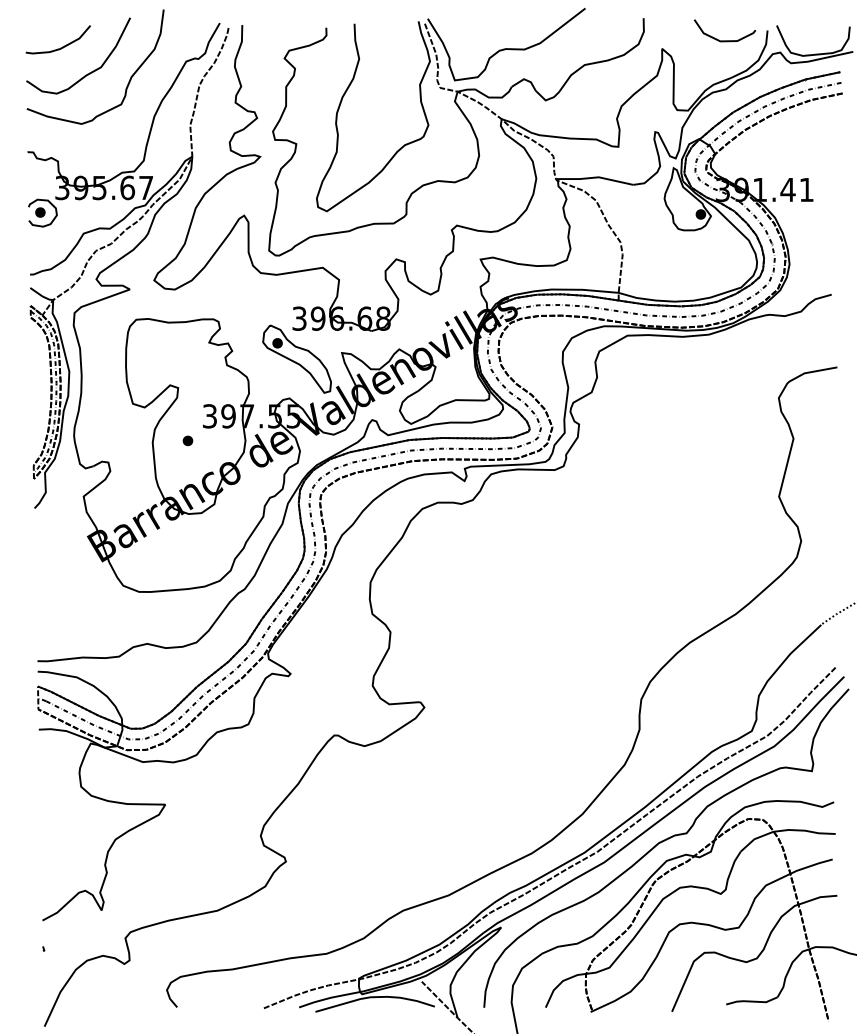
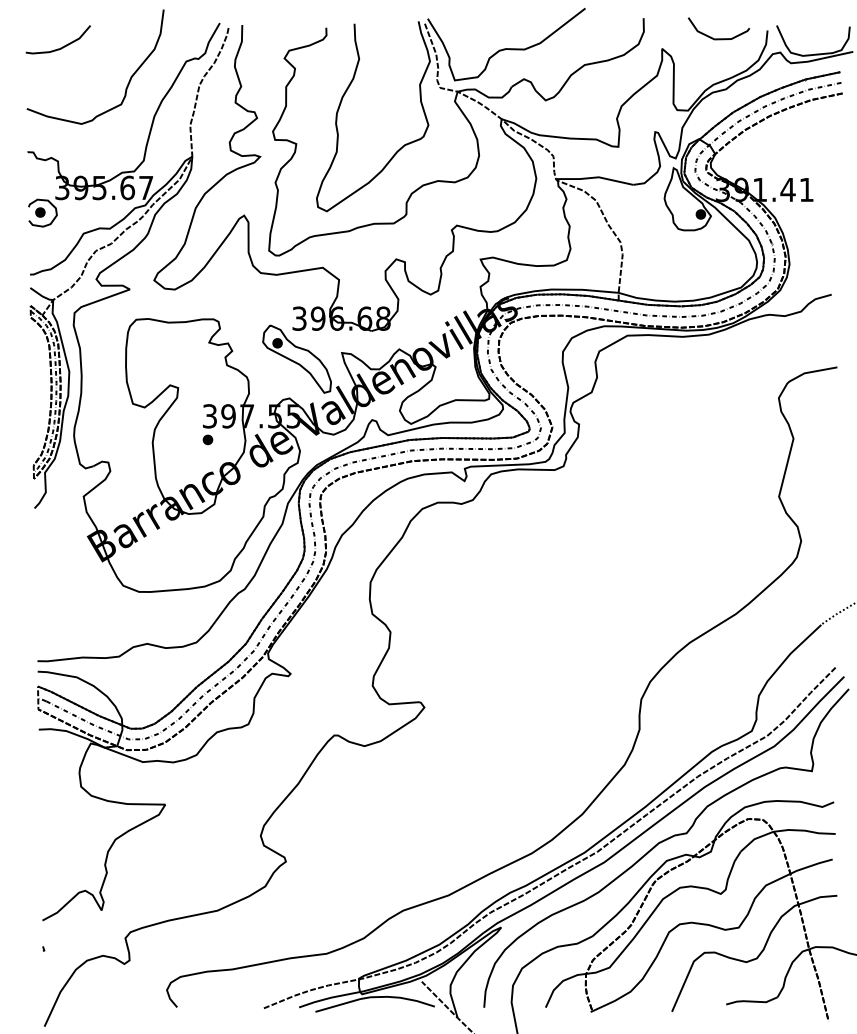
curve at (724, 40) position: (724, 40) -> (718, 38)
curve at (87, 73): present -> none
part at (187, 440) position: (187, 440) -> (207, 439)
